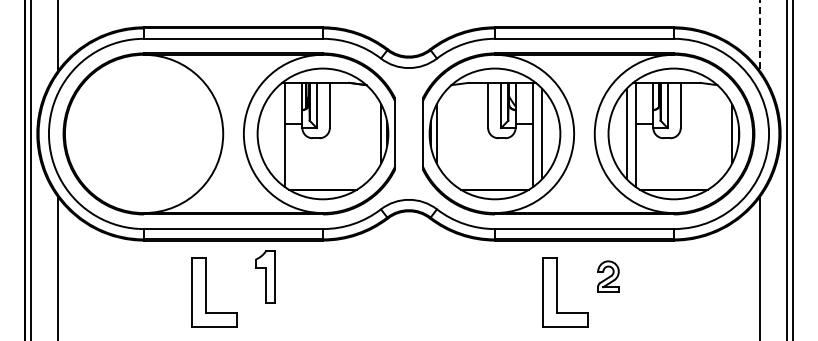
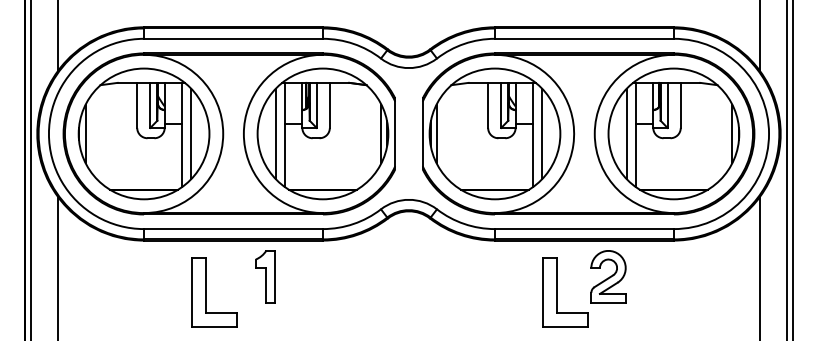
line at (759, 35): dashed -> solid
part at (143, 133): none -> present
line at (275, 133): none -> present
part at (608, 276) size: 23x33 px -> 37x54 px
